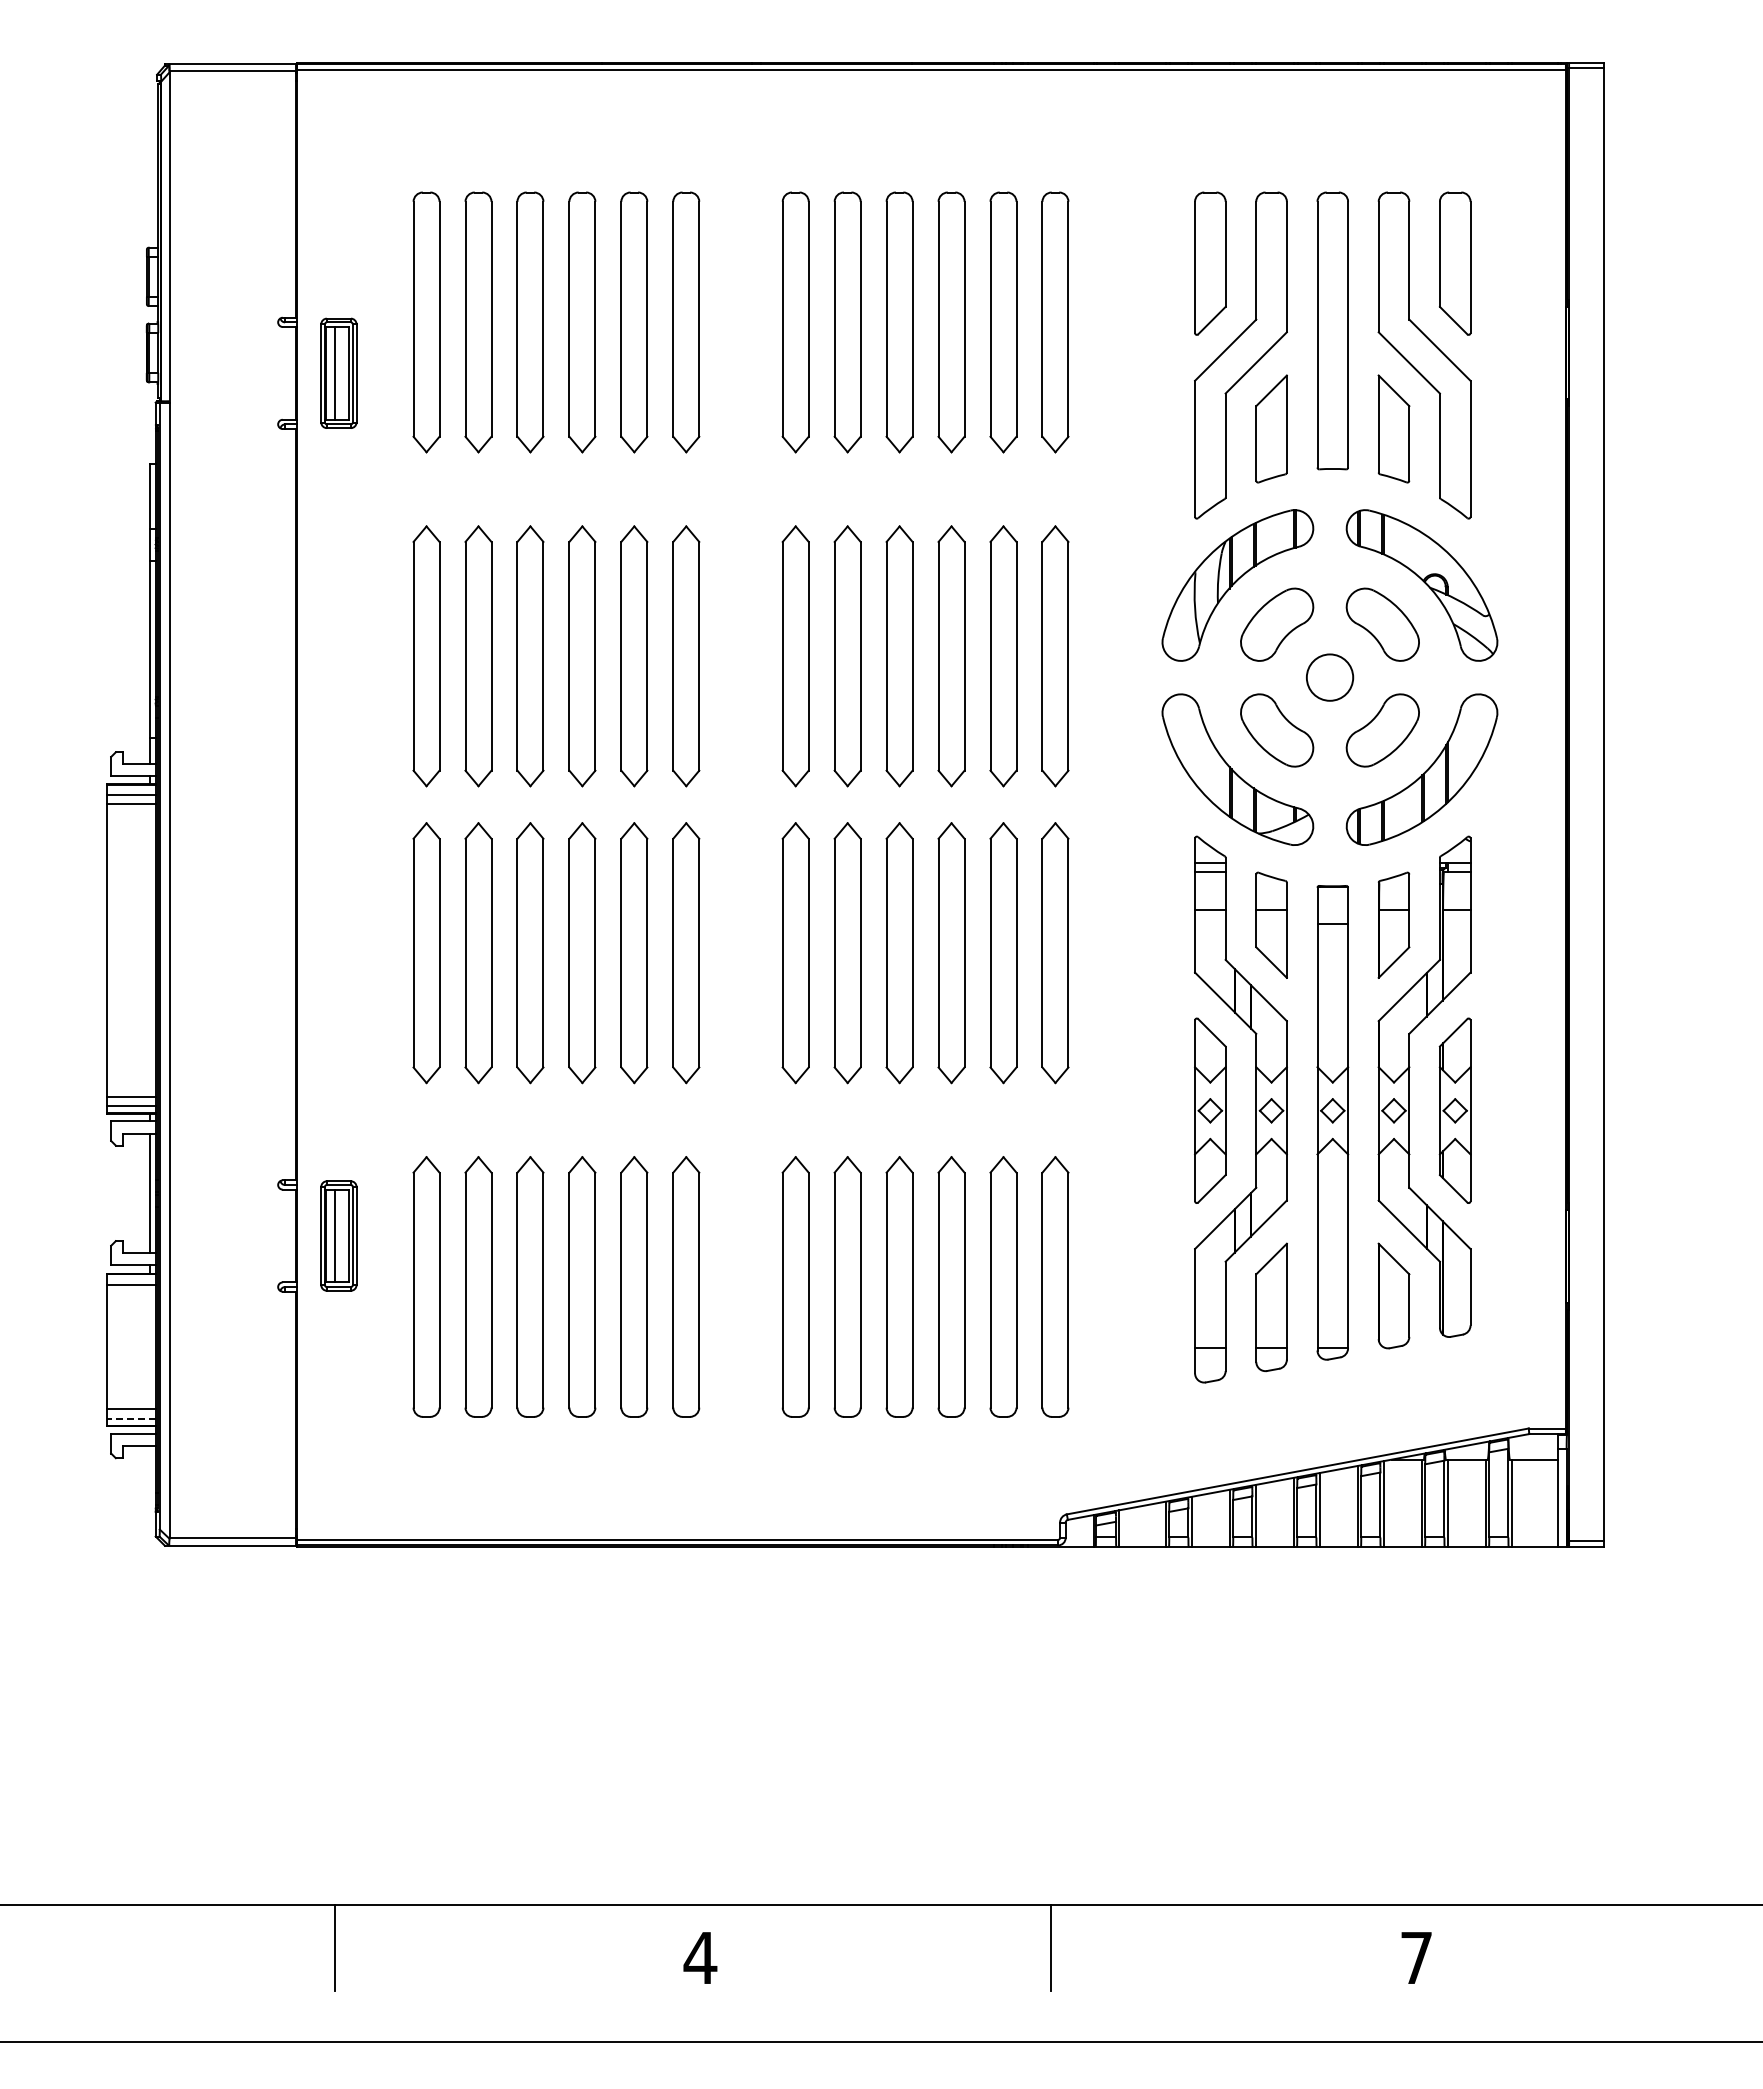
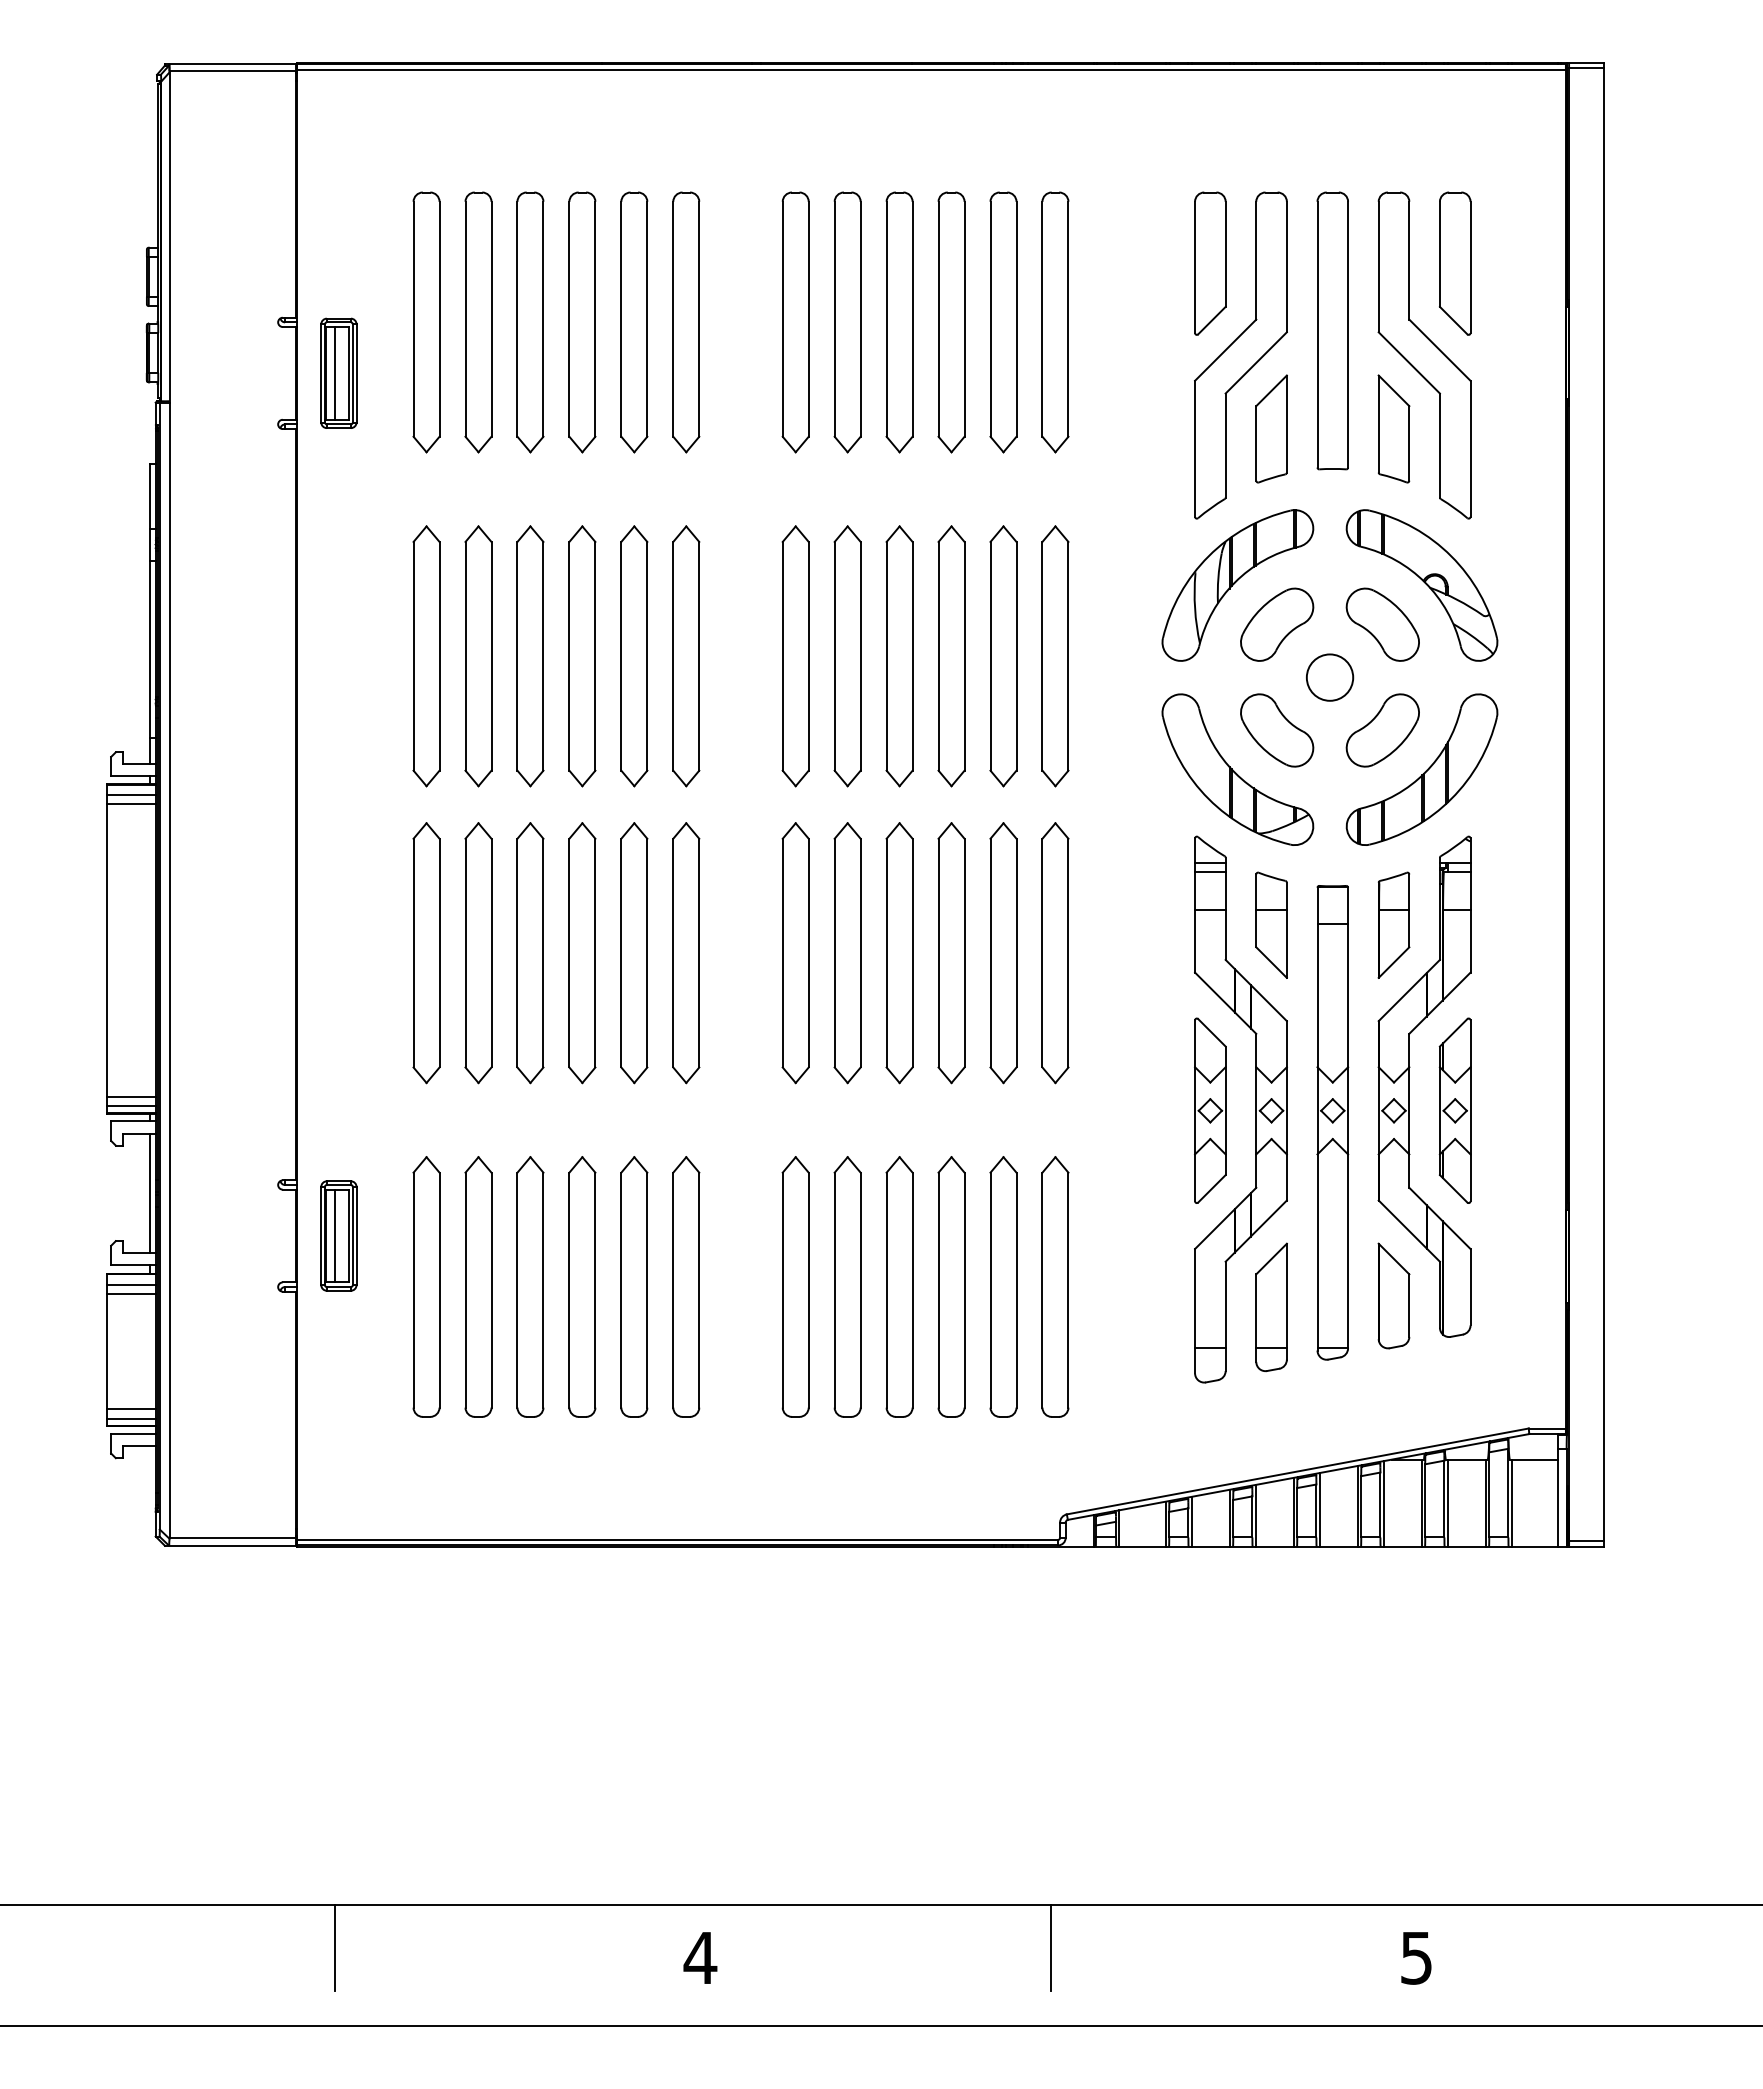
line at (130, 1293): none -> present
line at (131, 1418): dashed -> solid
text at (1416, 1958): 7 -> 5
line at (880, 2042) position: (880, 2042) -> (880, 2026)
